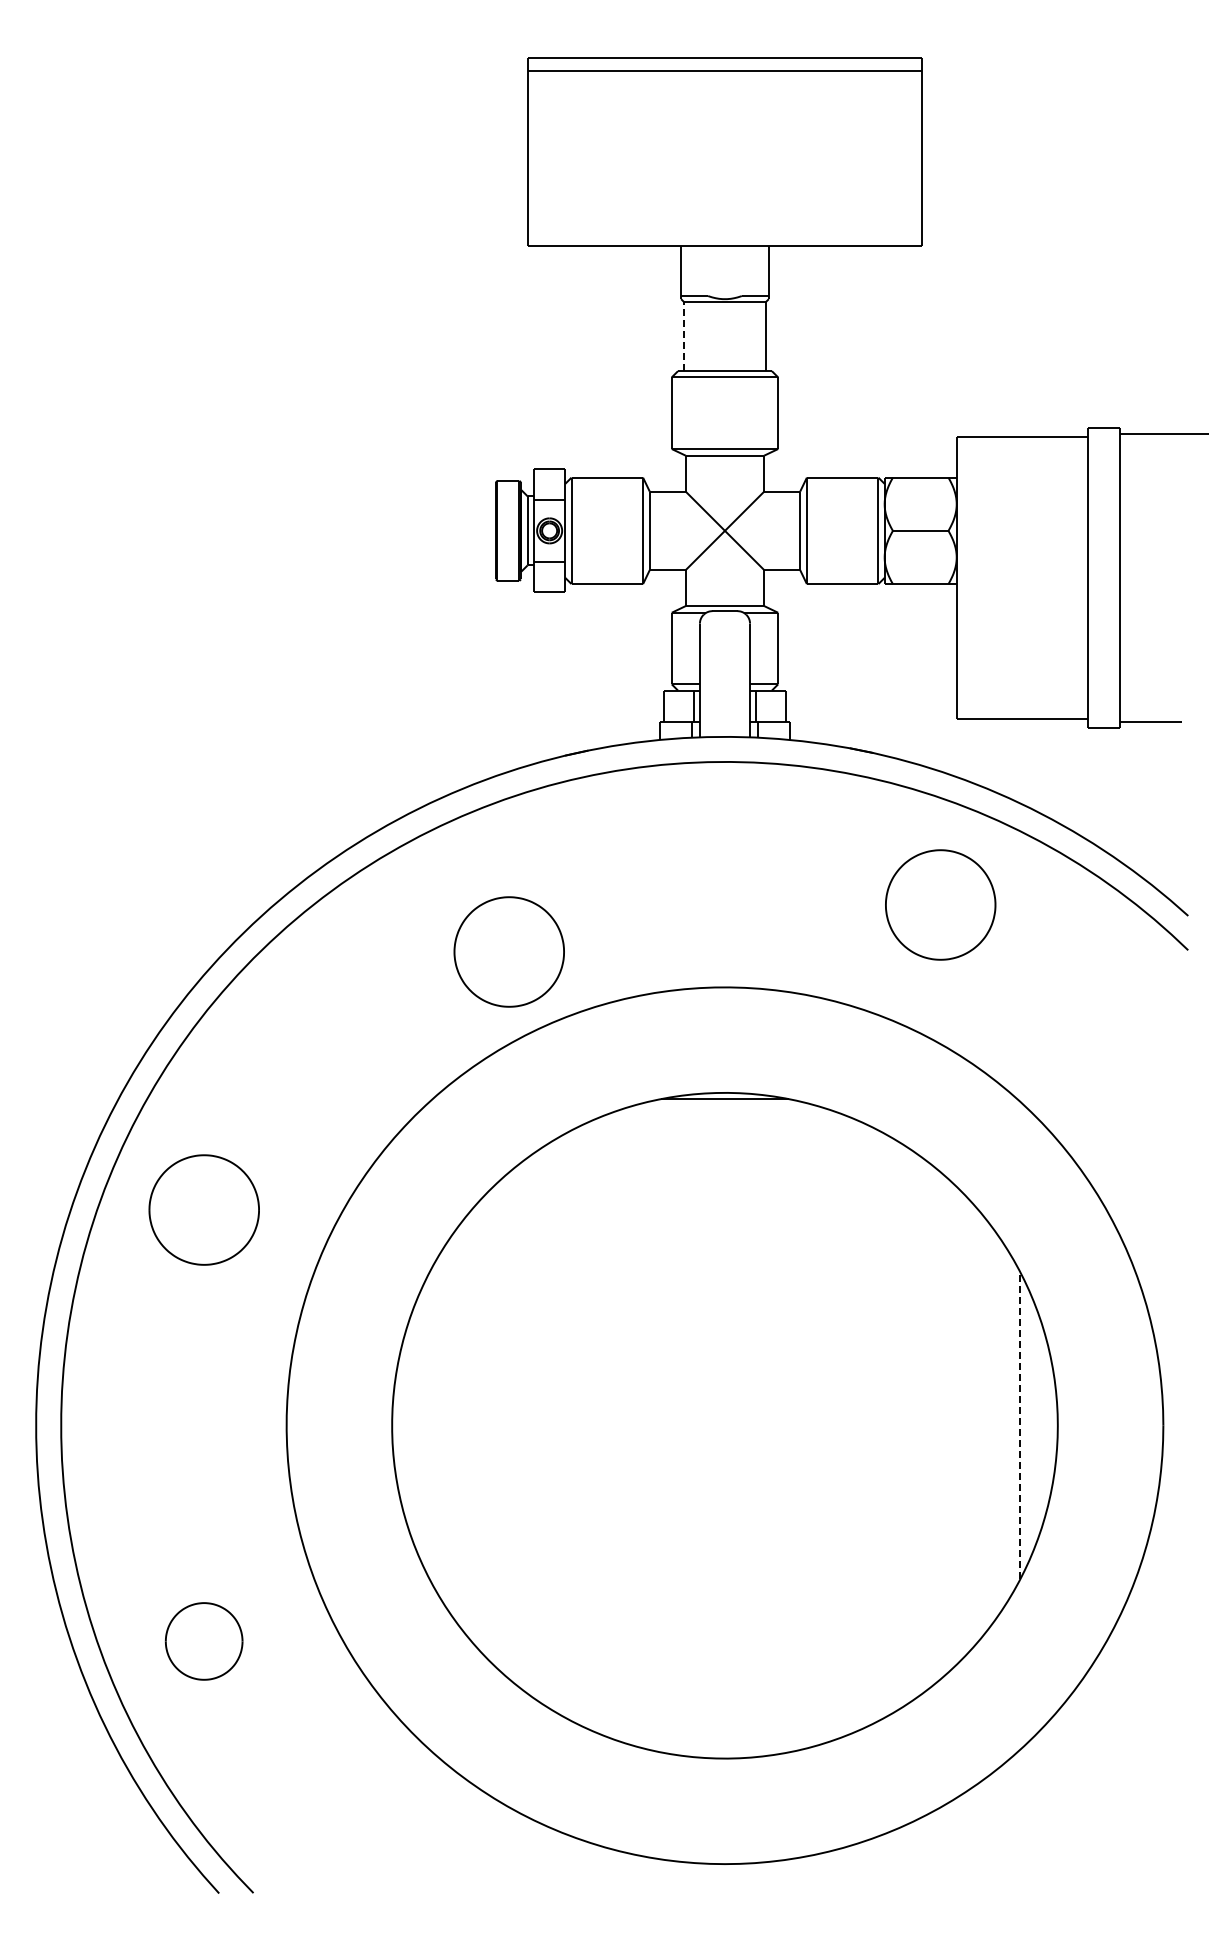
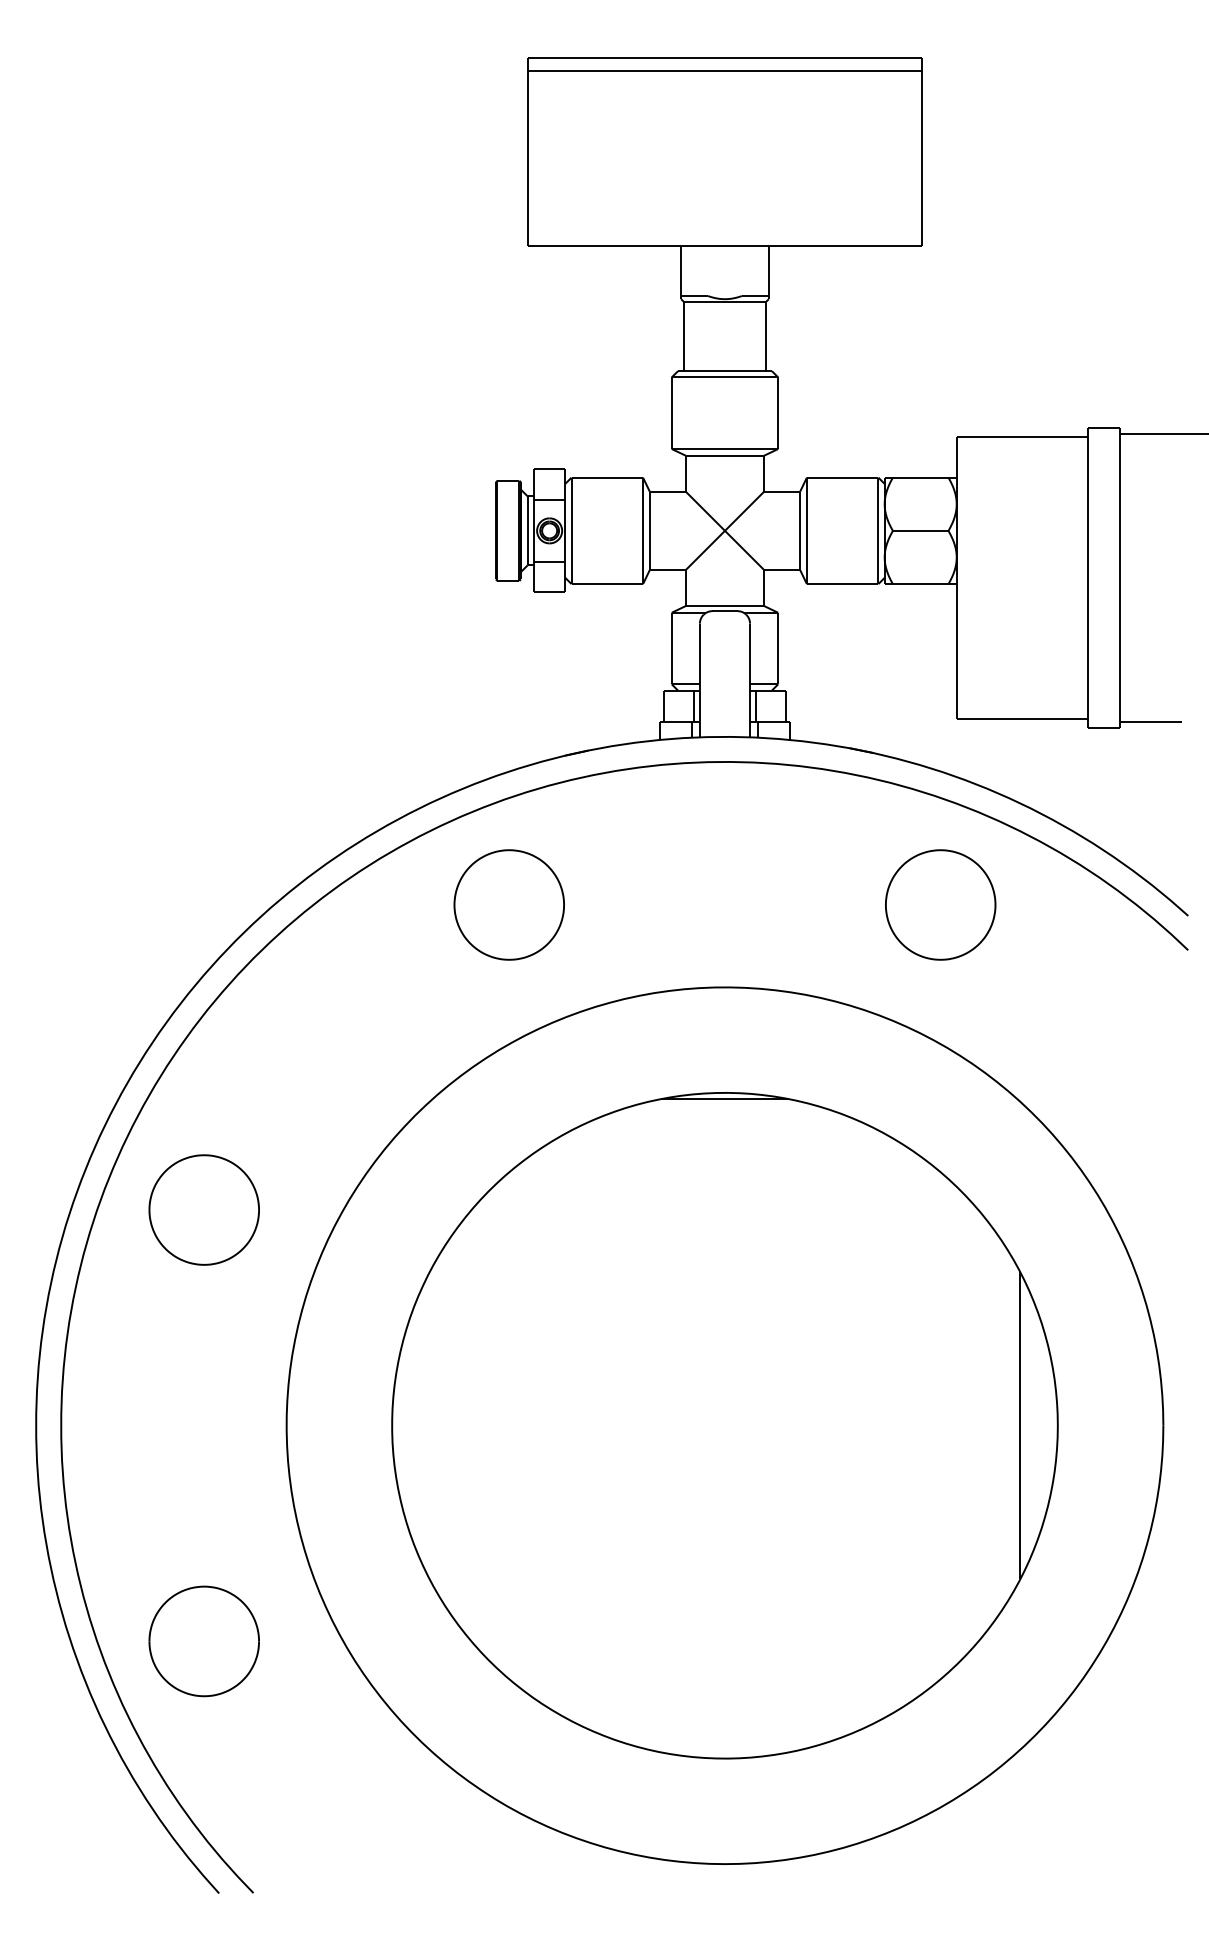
line at (684, 336): dashed -> solid
part at (508, 951) position: (508, 951) -> (508, 904)
line at (1020, 1425): dashed -> solid
part at (203, 1641) size: 80x79 px -> 112x113 px
